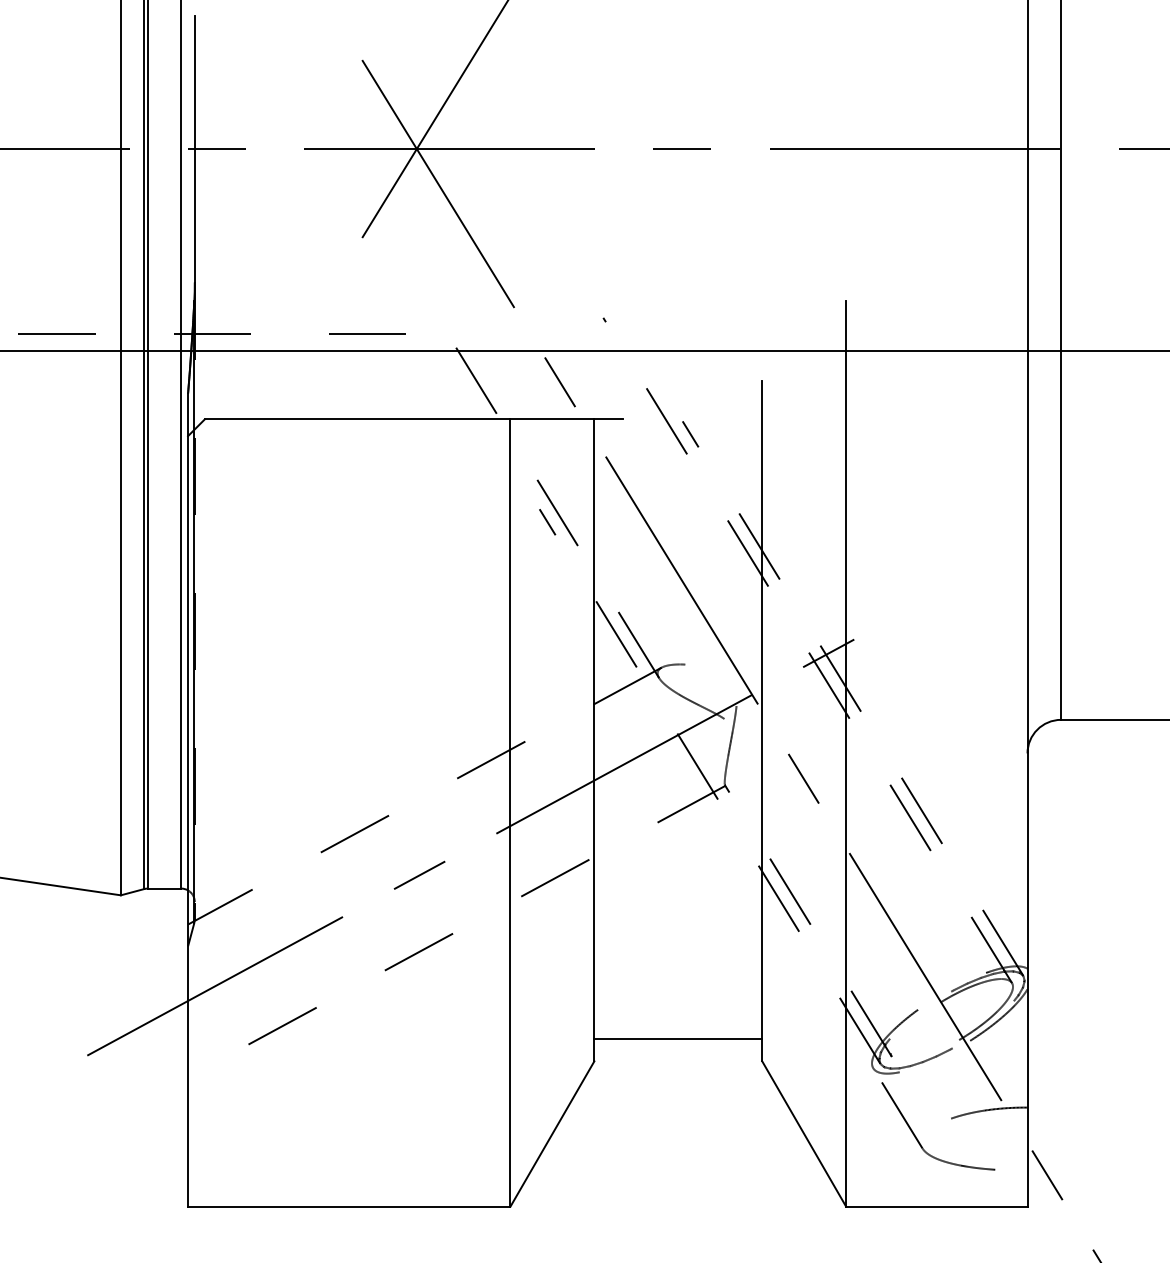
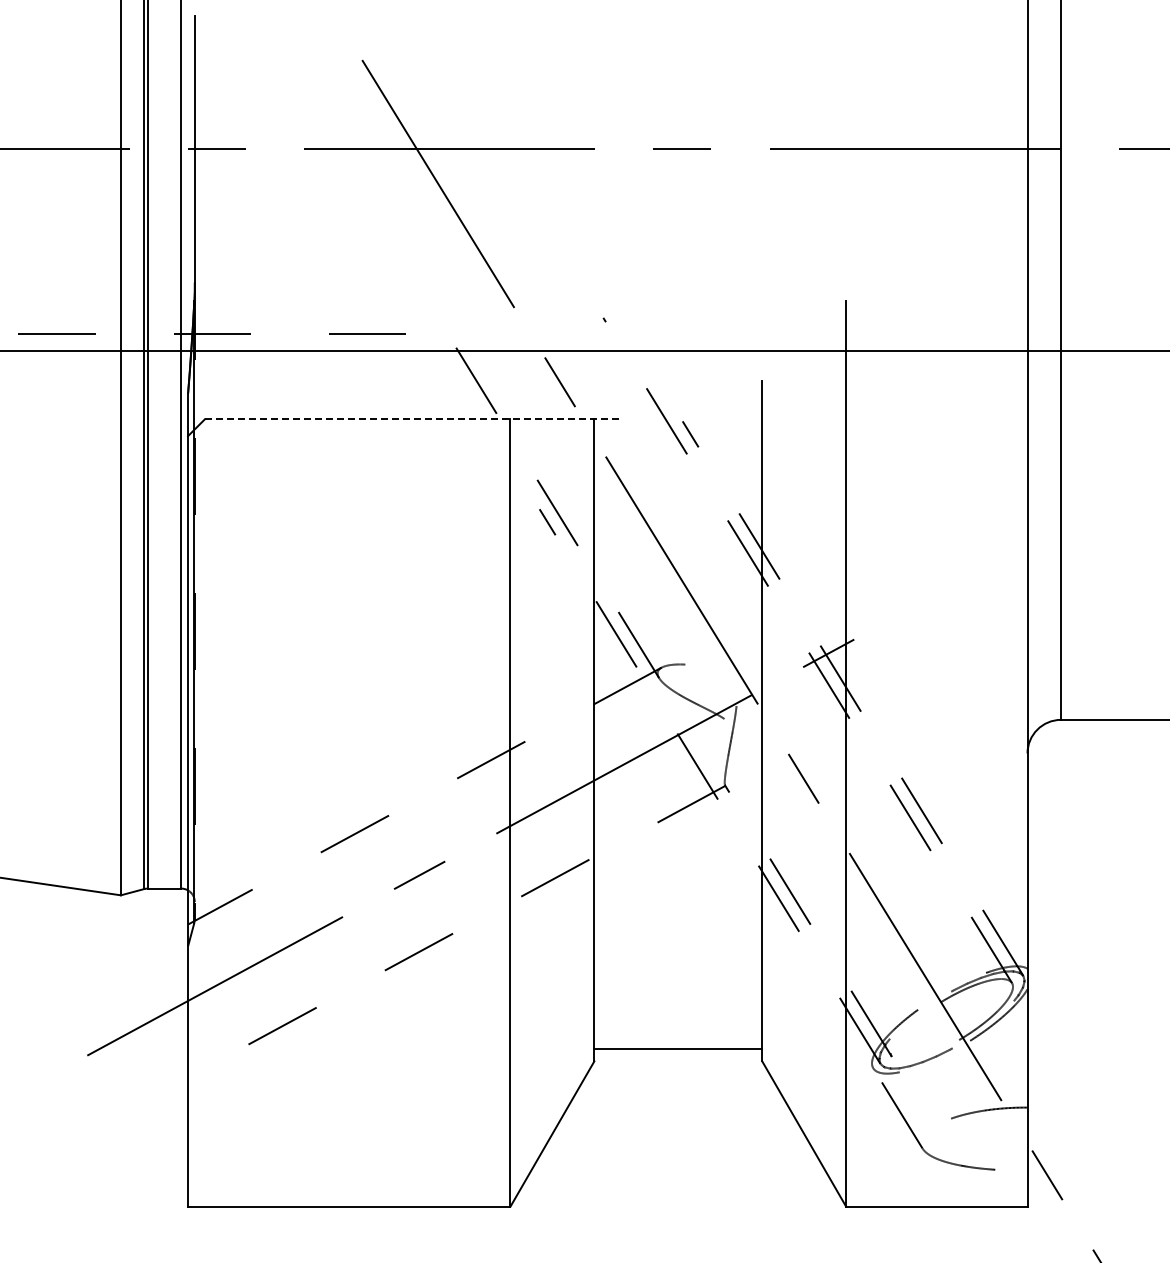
line at (434, 120): present -> none
line at (414, 419): solid -> dashed
line at (678, 1038) position: (678, 1038) -> (678, 1048)
